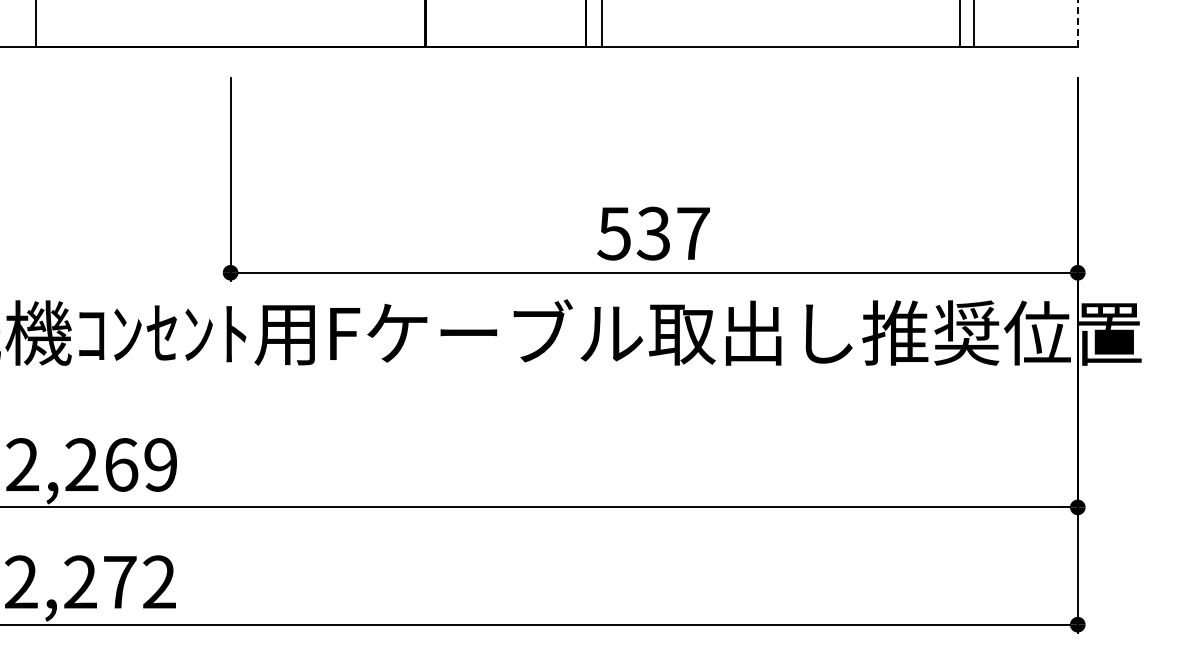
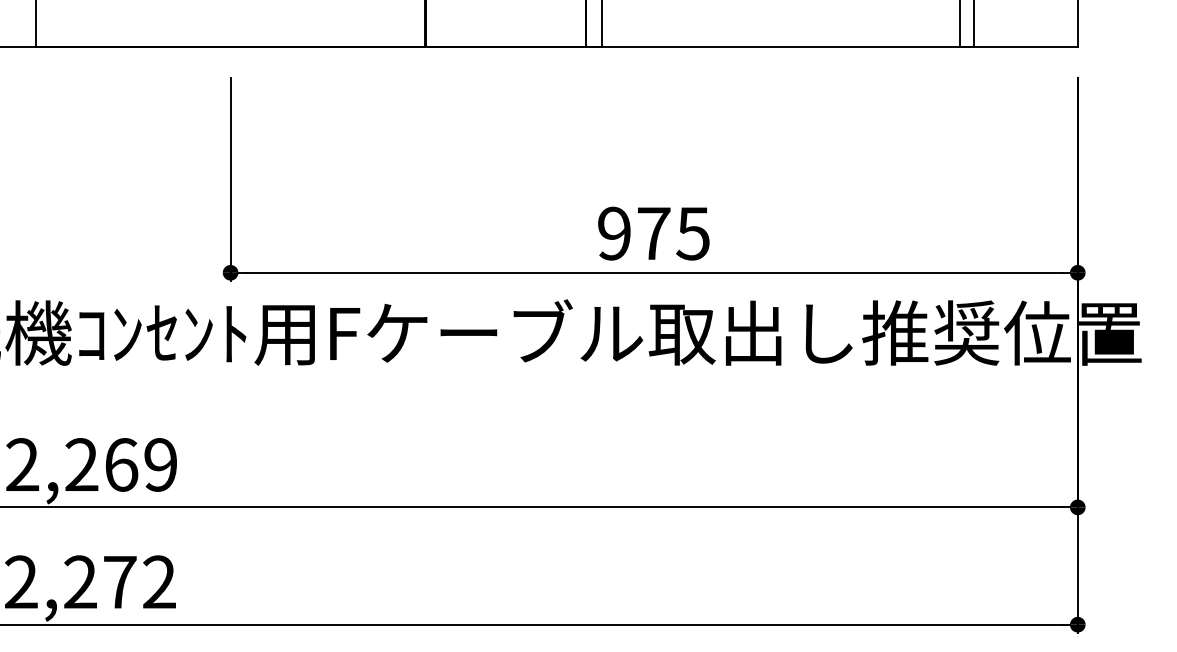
line at (1077, 23): dashed -> solid
text at (653, 233): 537 -> 975
